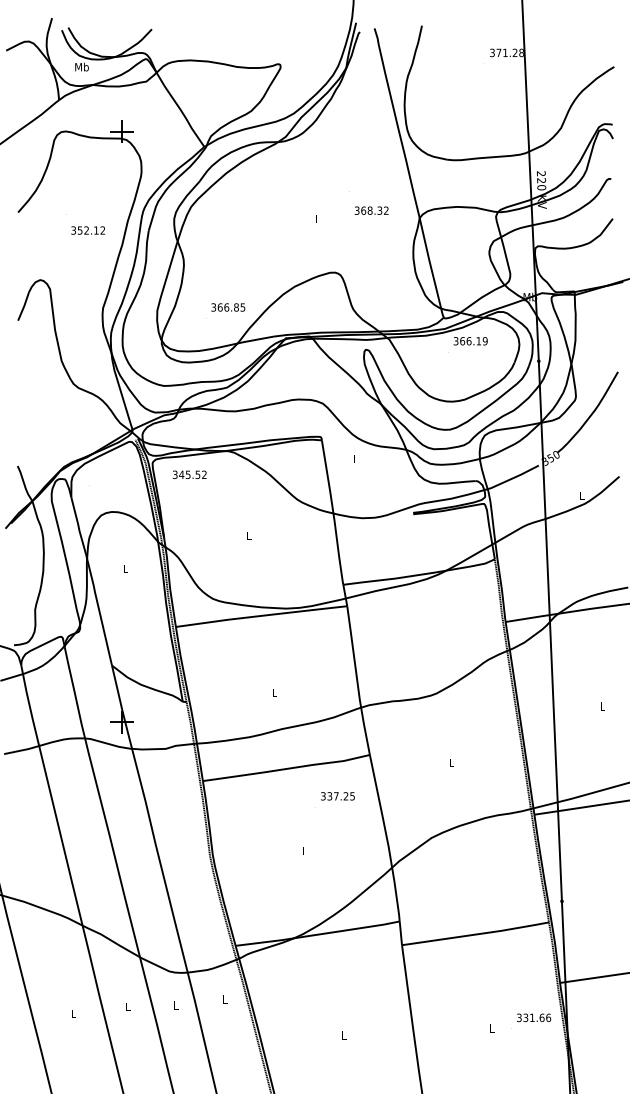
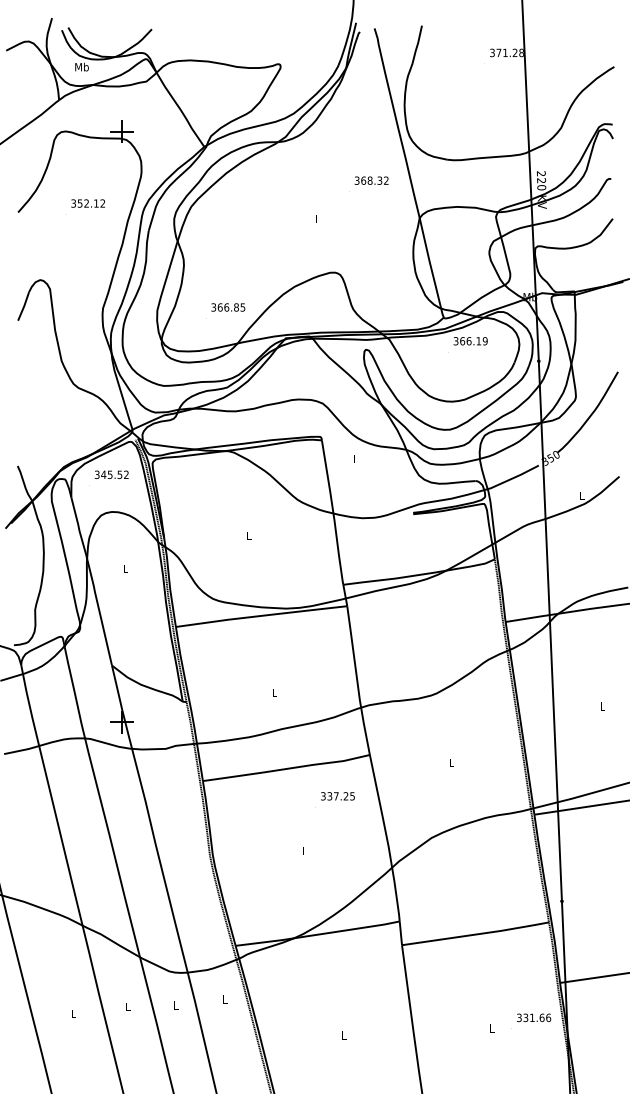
text at (371, 210) position: (371, 210) -> (371, 180)
text at (87, 230) position: (87, 230) -> (87, 203)
text at (189, 474) position: (189, 474) -> (111, 474)
